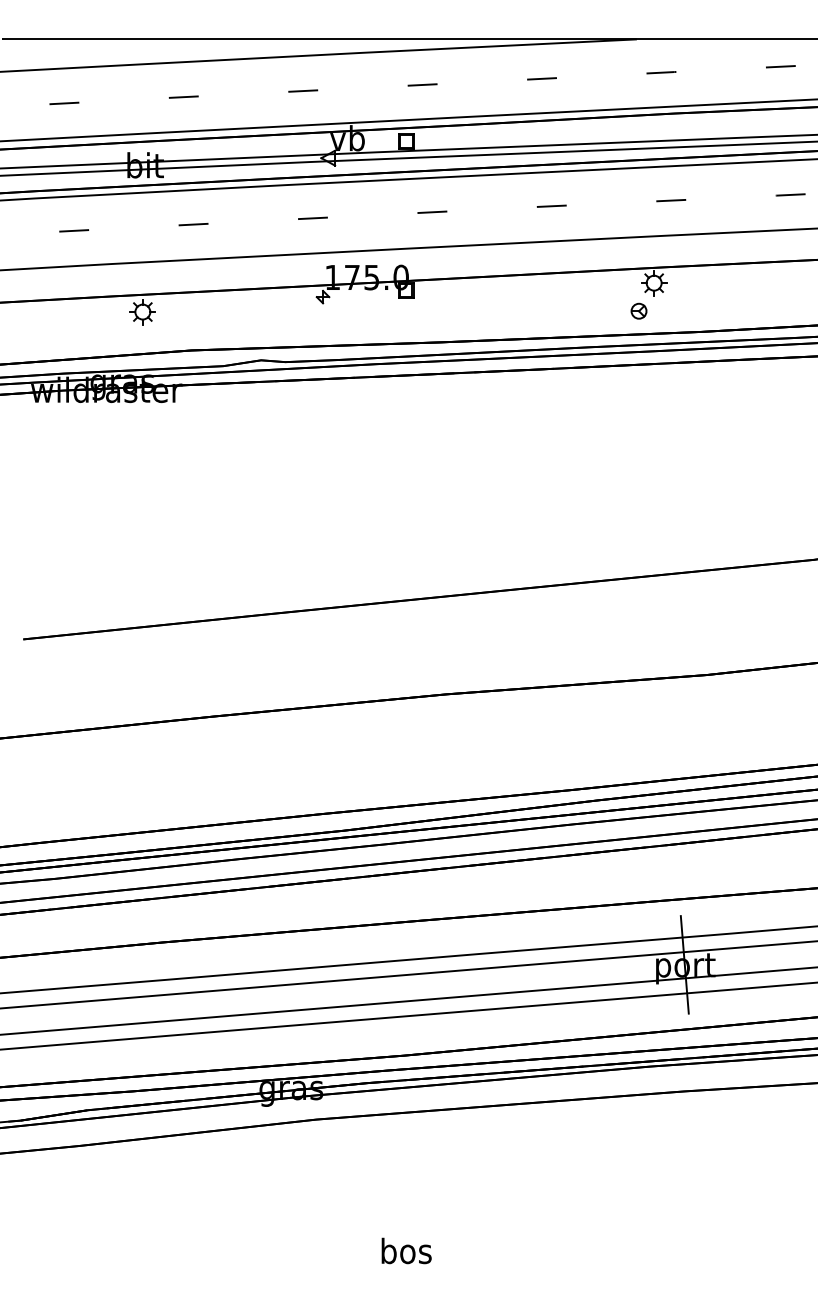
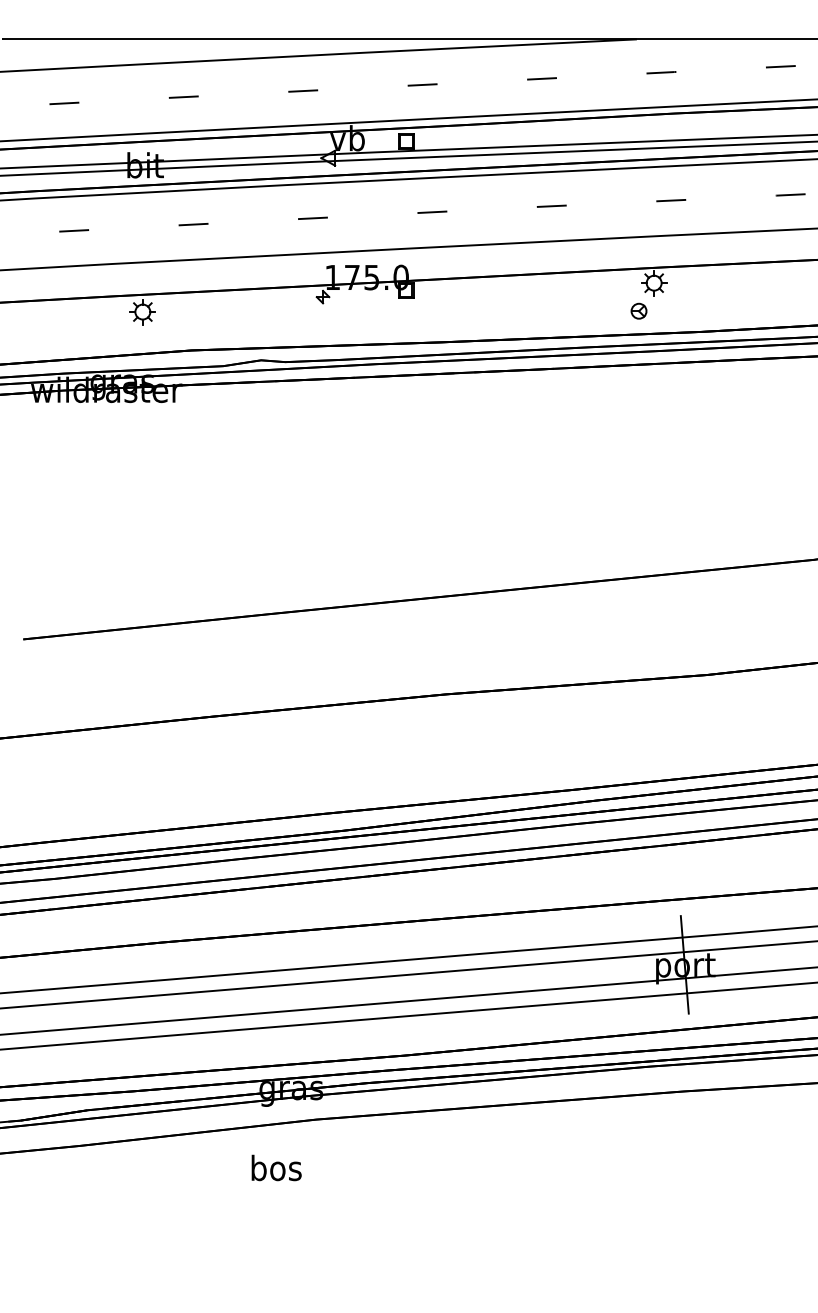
text at (406, 1250) position: (406, 1250) -> (276, 1167)
